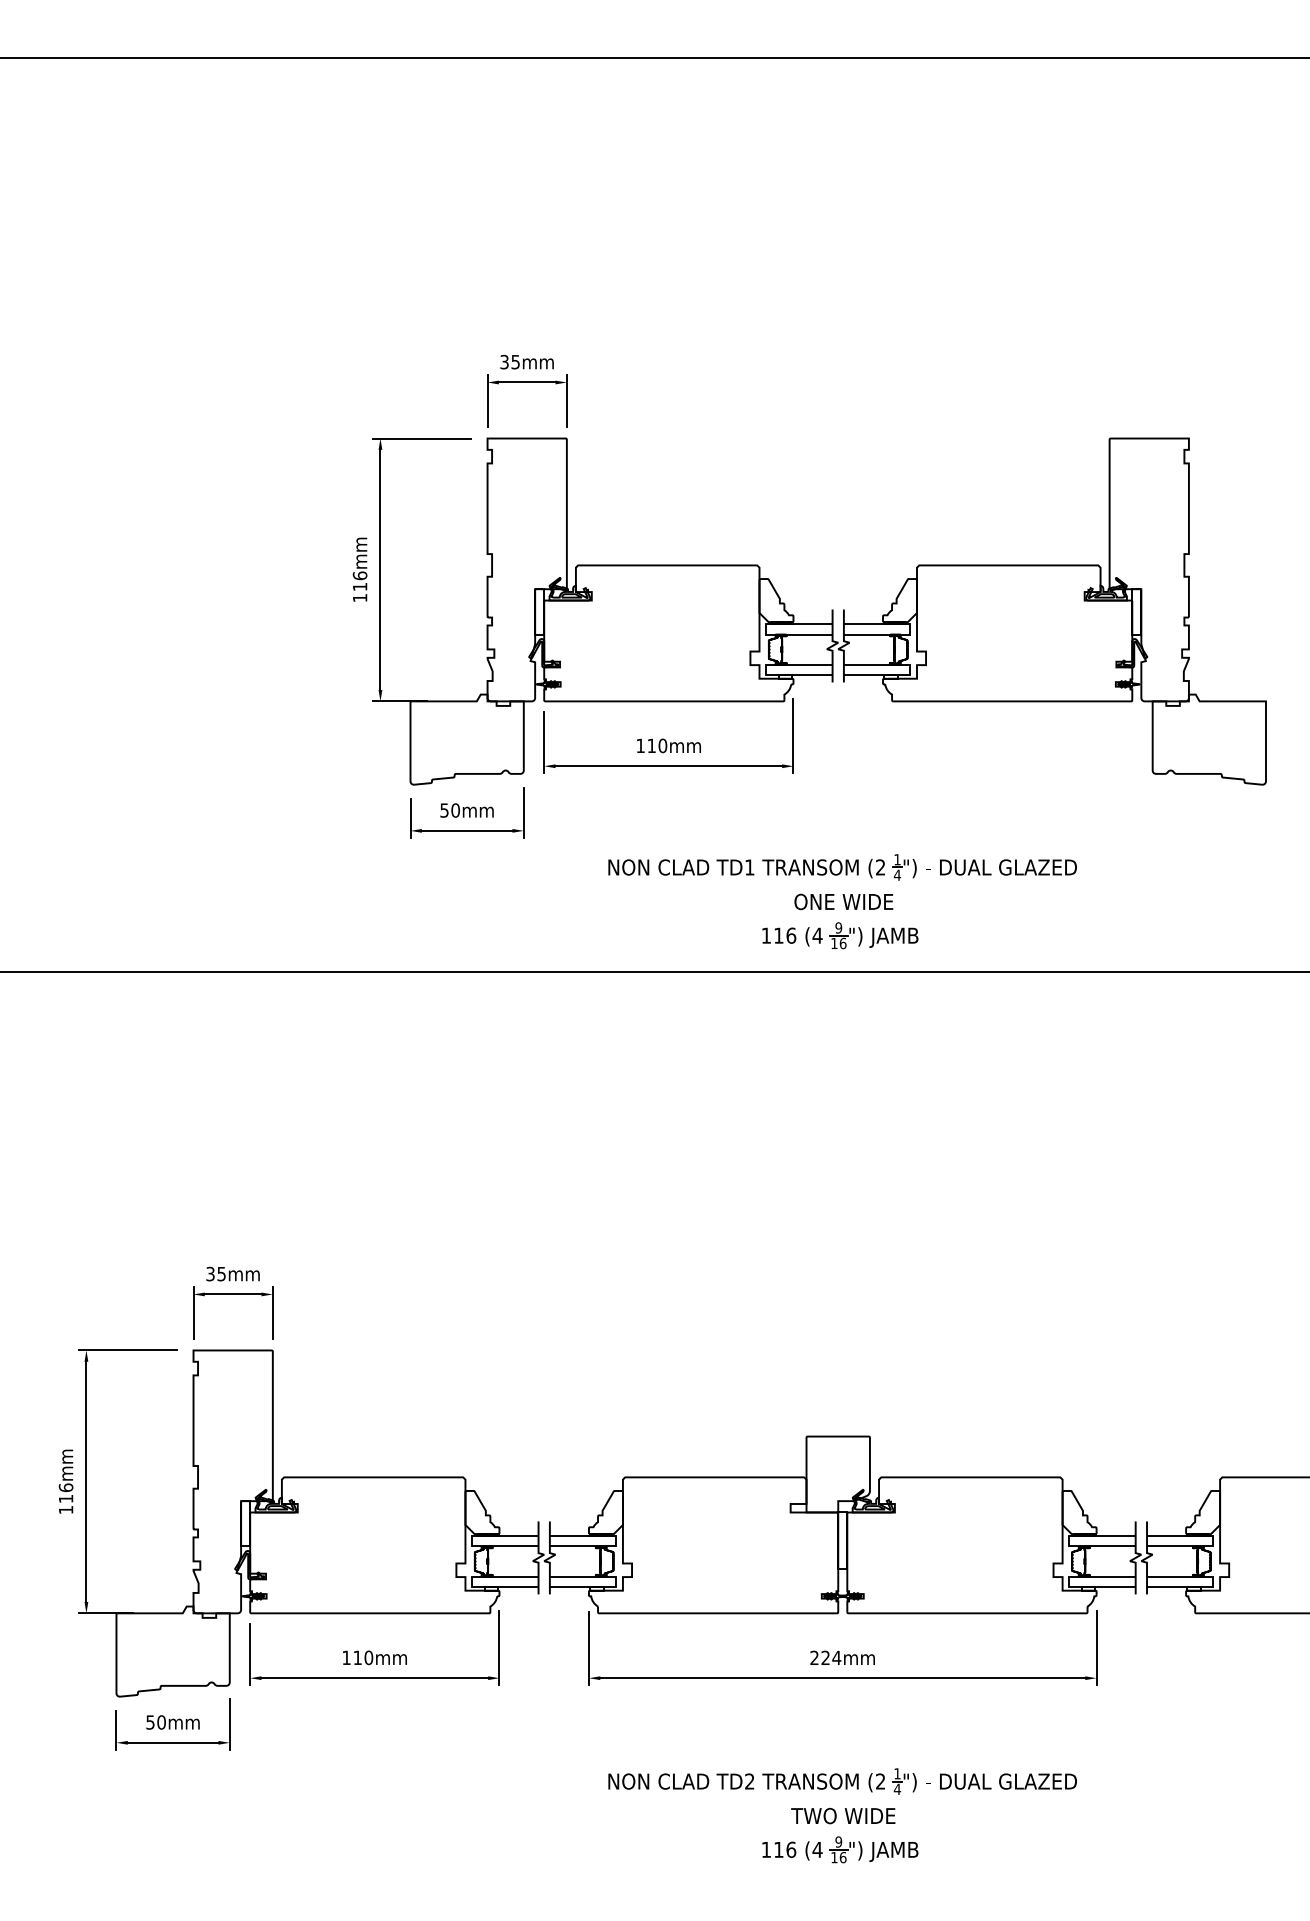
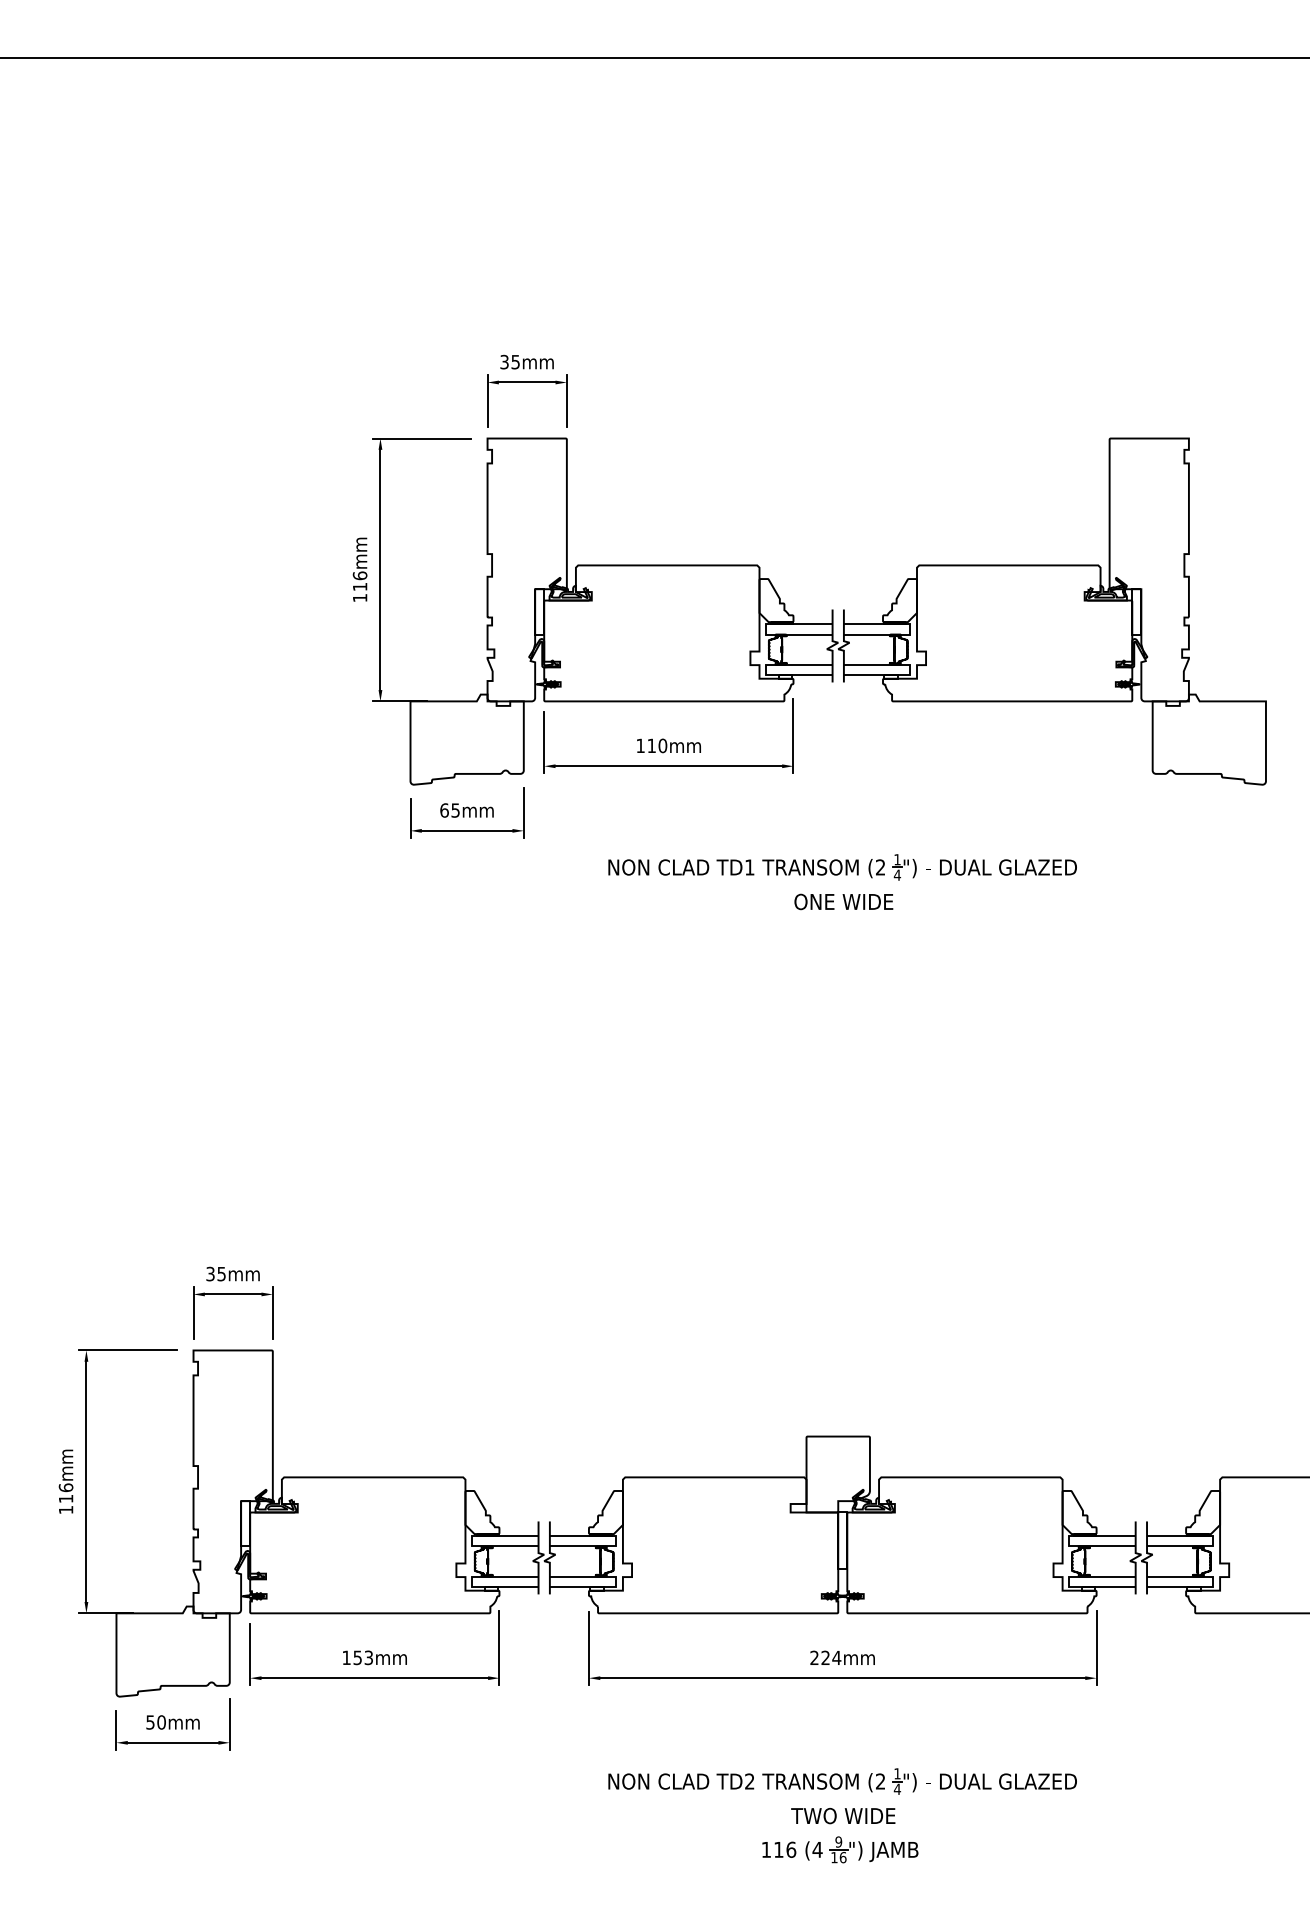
text at (449, 810): 50mm -> 65mm
part at (840, 935): present -> none
line at (654, 971): present -> none
text at (363, 1657): 110mm -> 153mm
